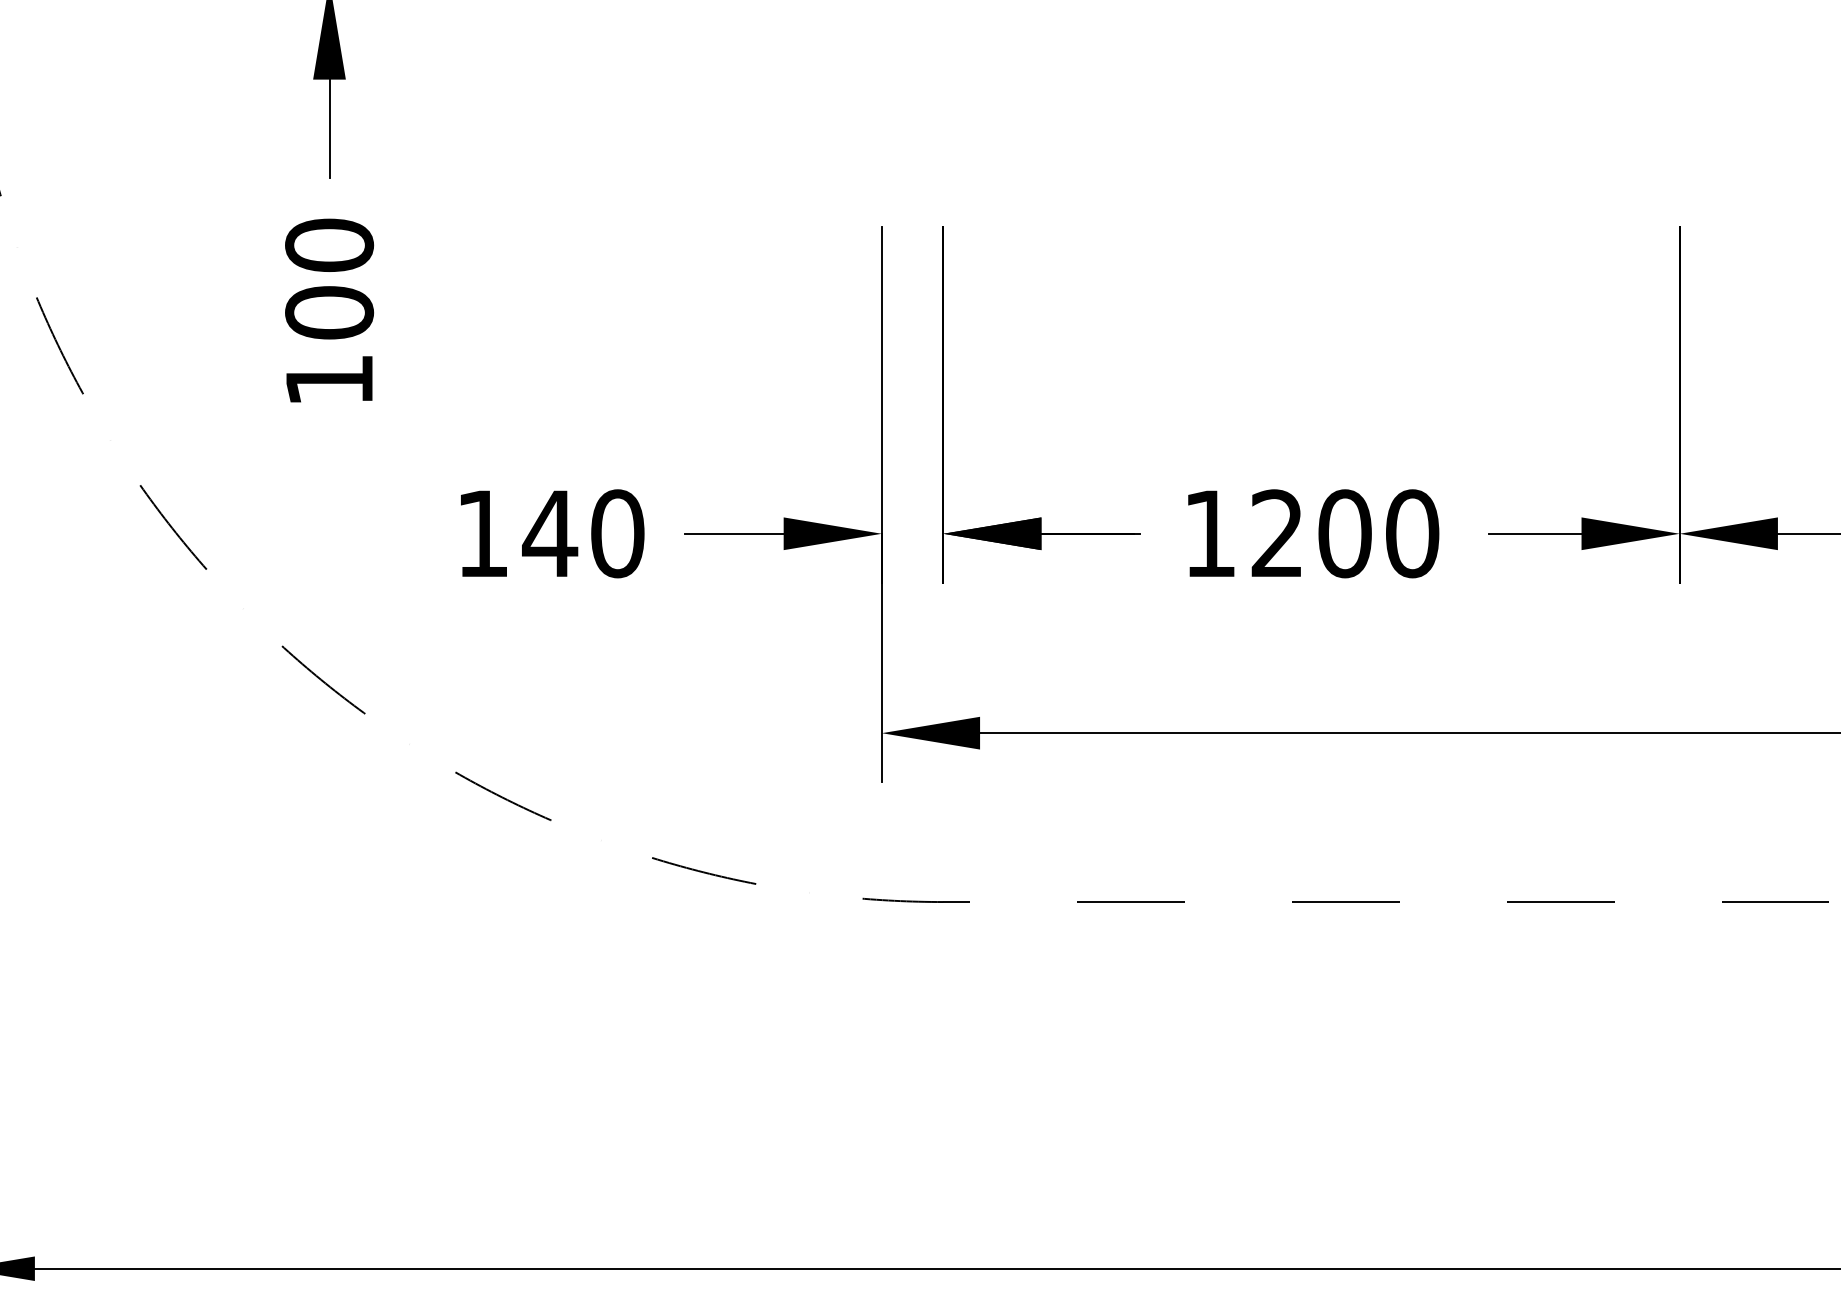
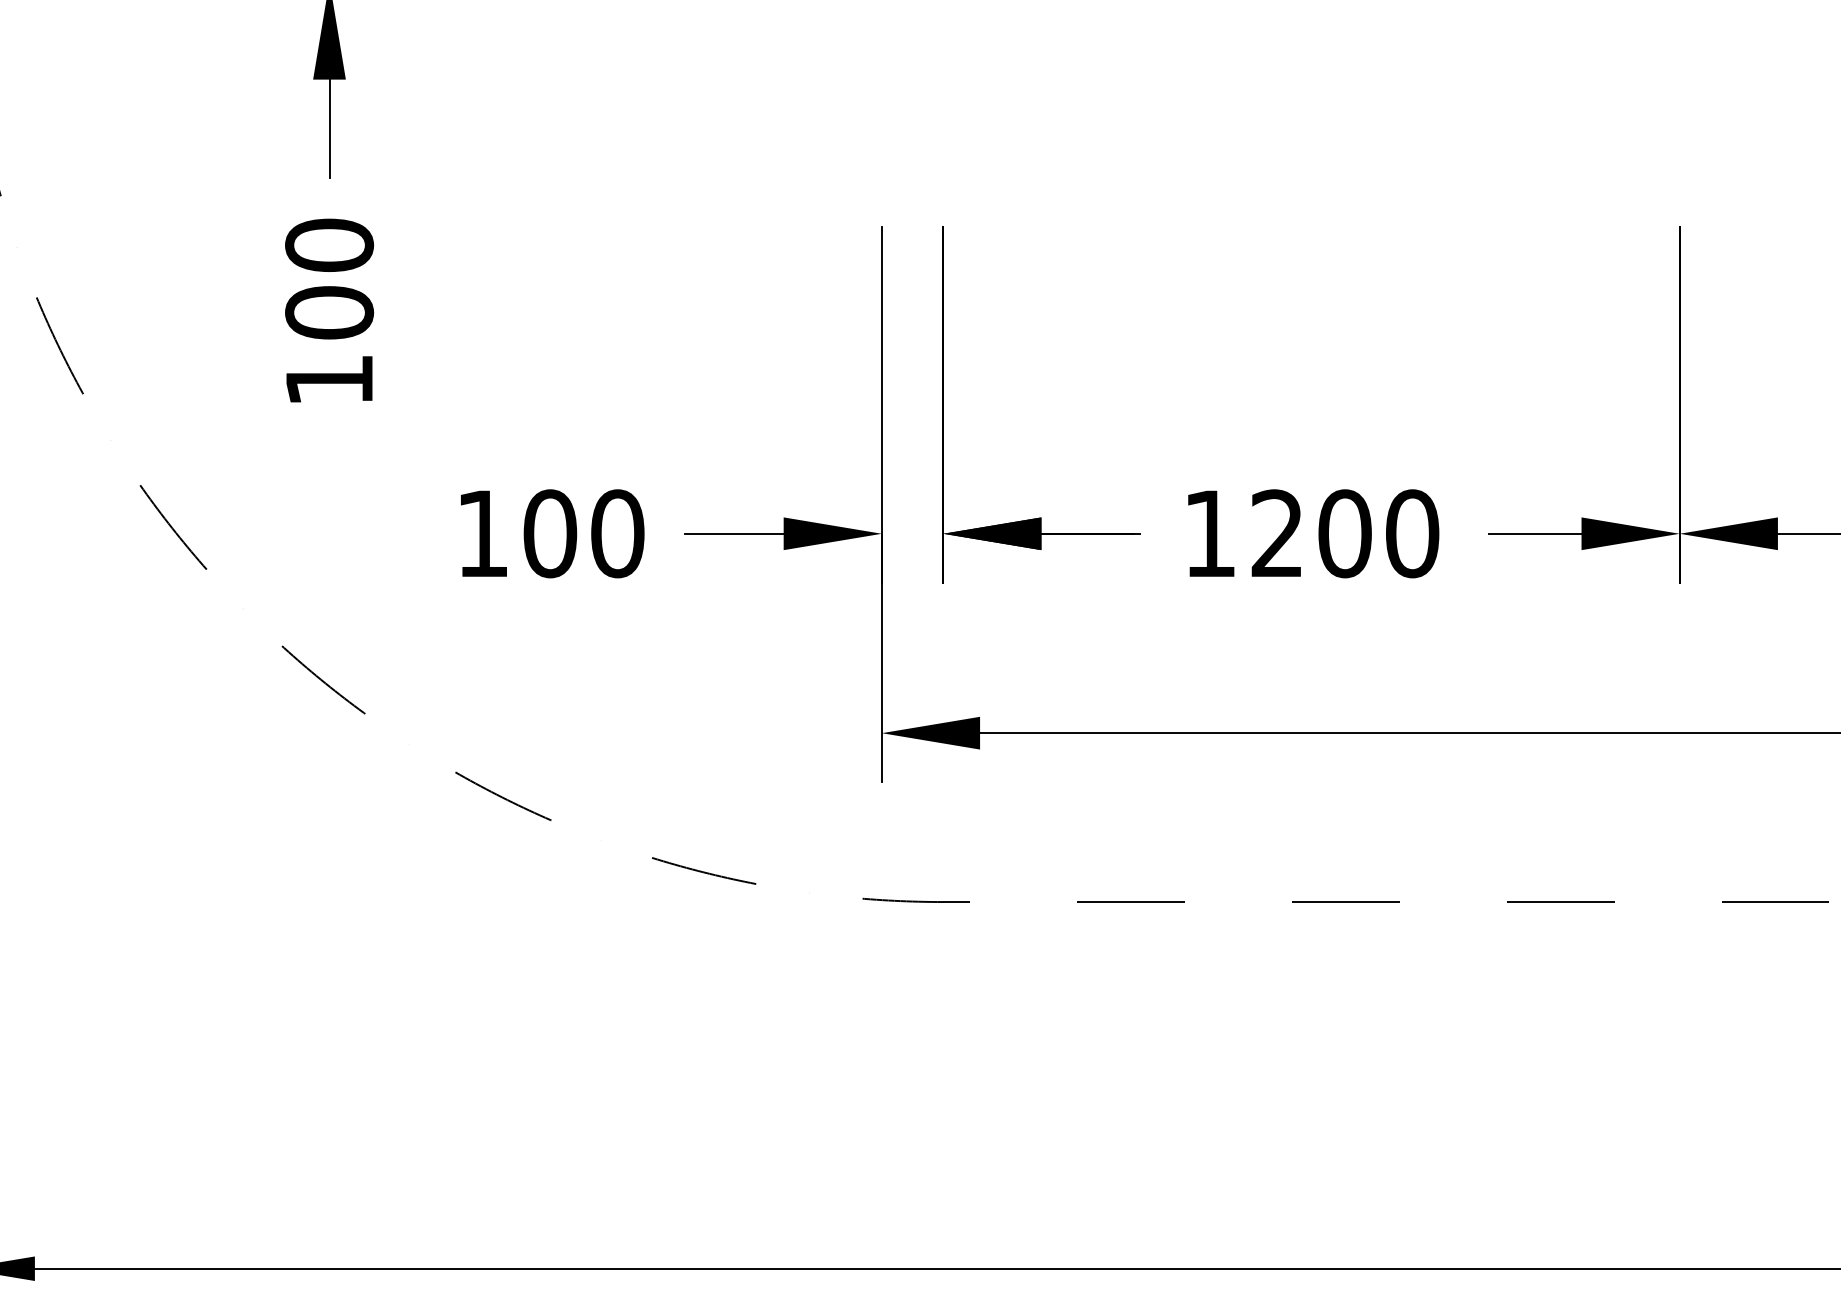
text at (550, 533): 140 -> 100
